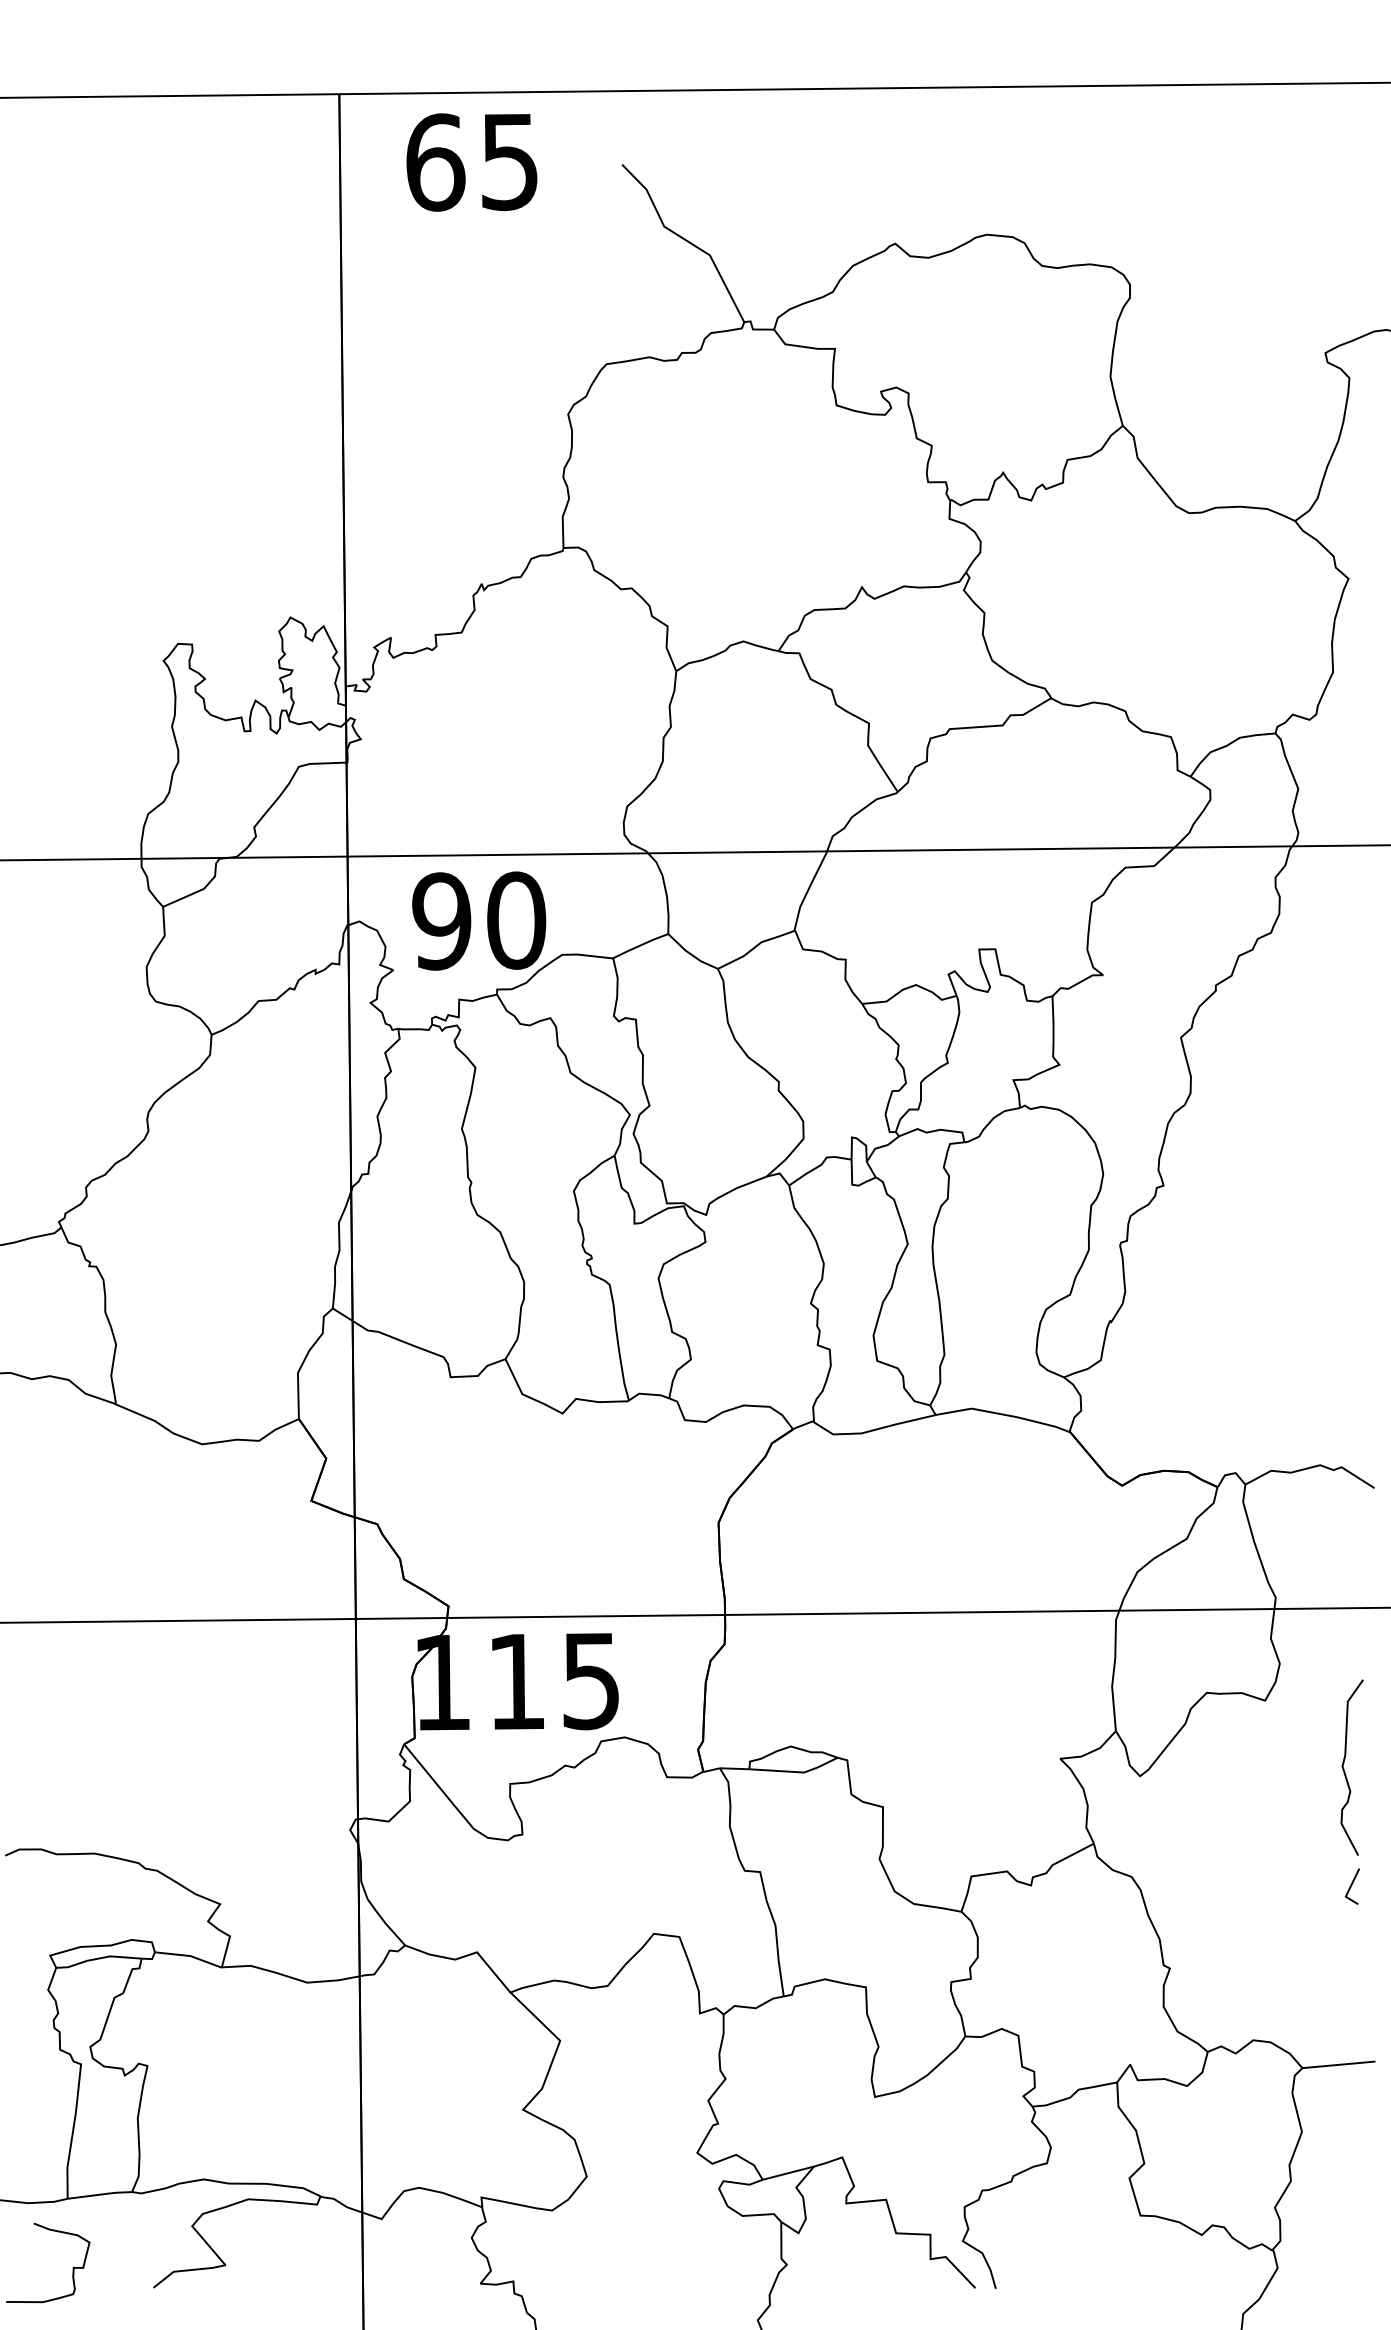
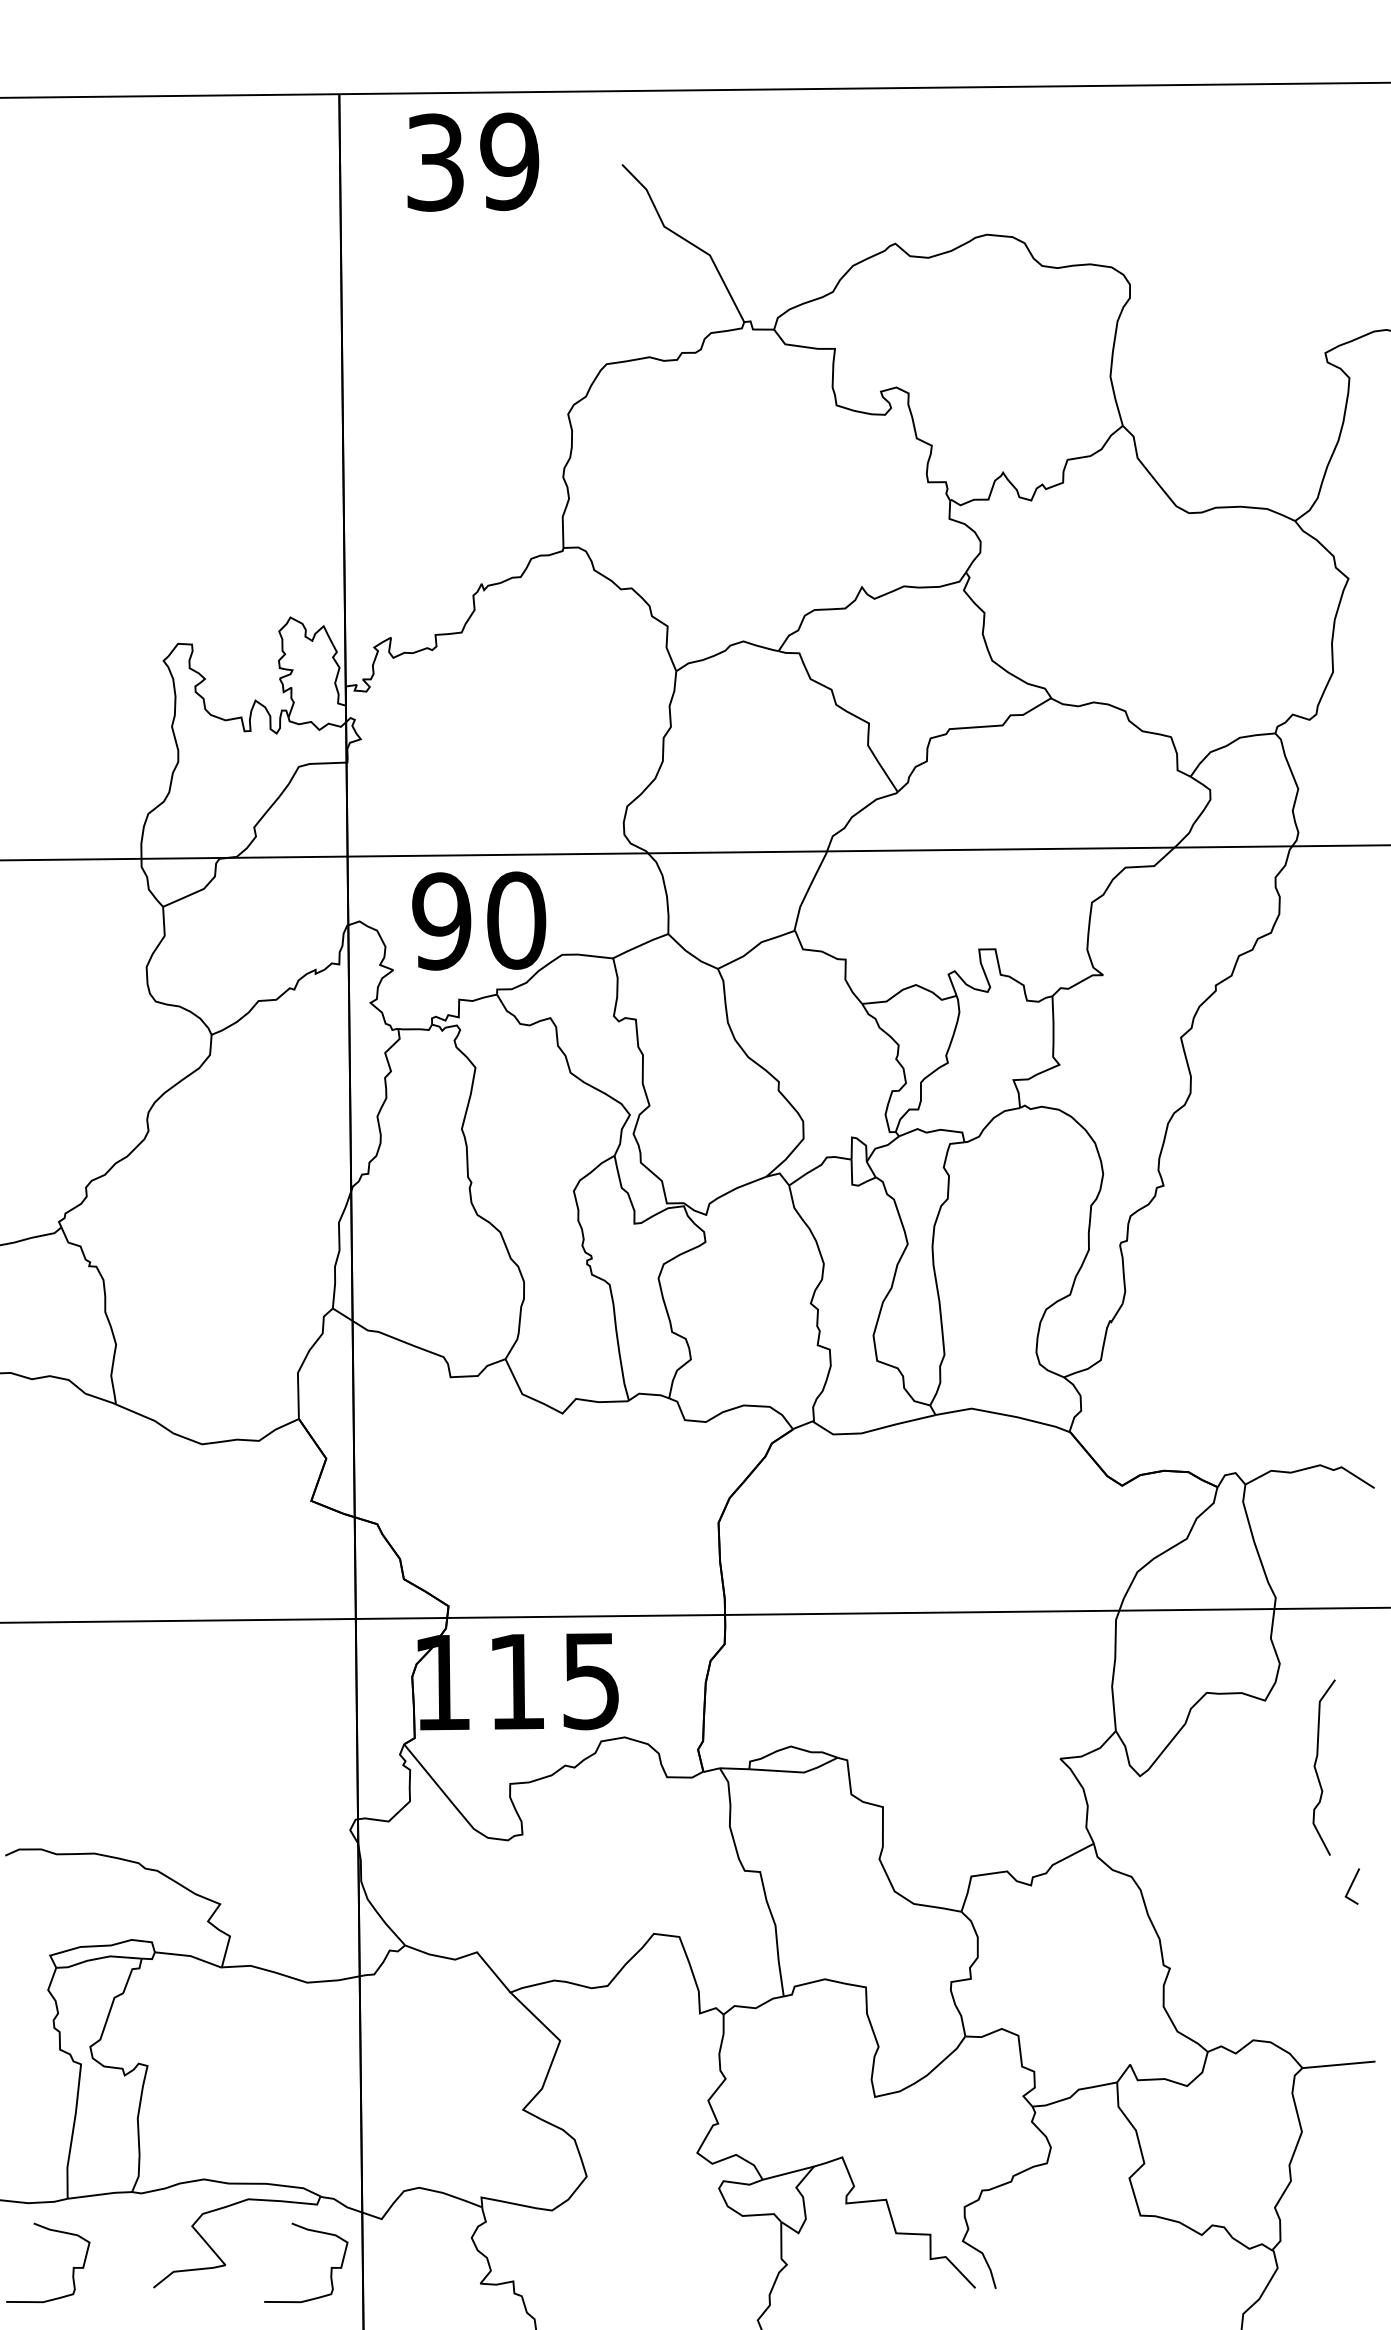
text at (472, 161): 65 -> 39
curve at (1344, 1768) position: (1344, 1768) -> (1316, 1768)
curve at (330, 2267): none -> present
